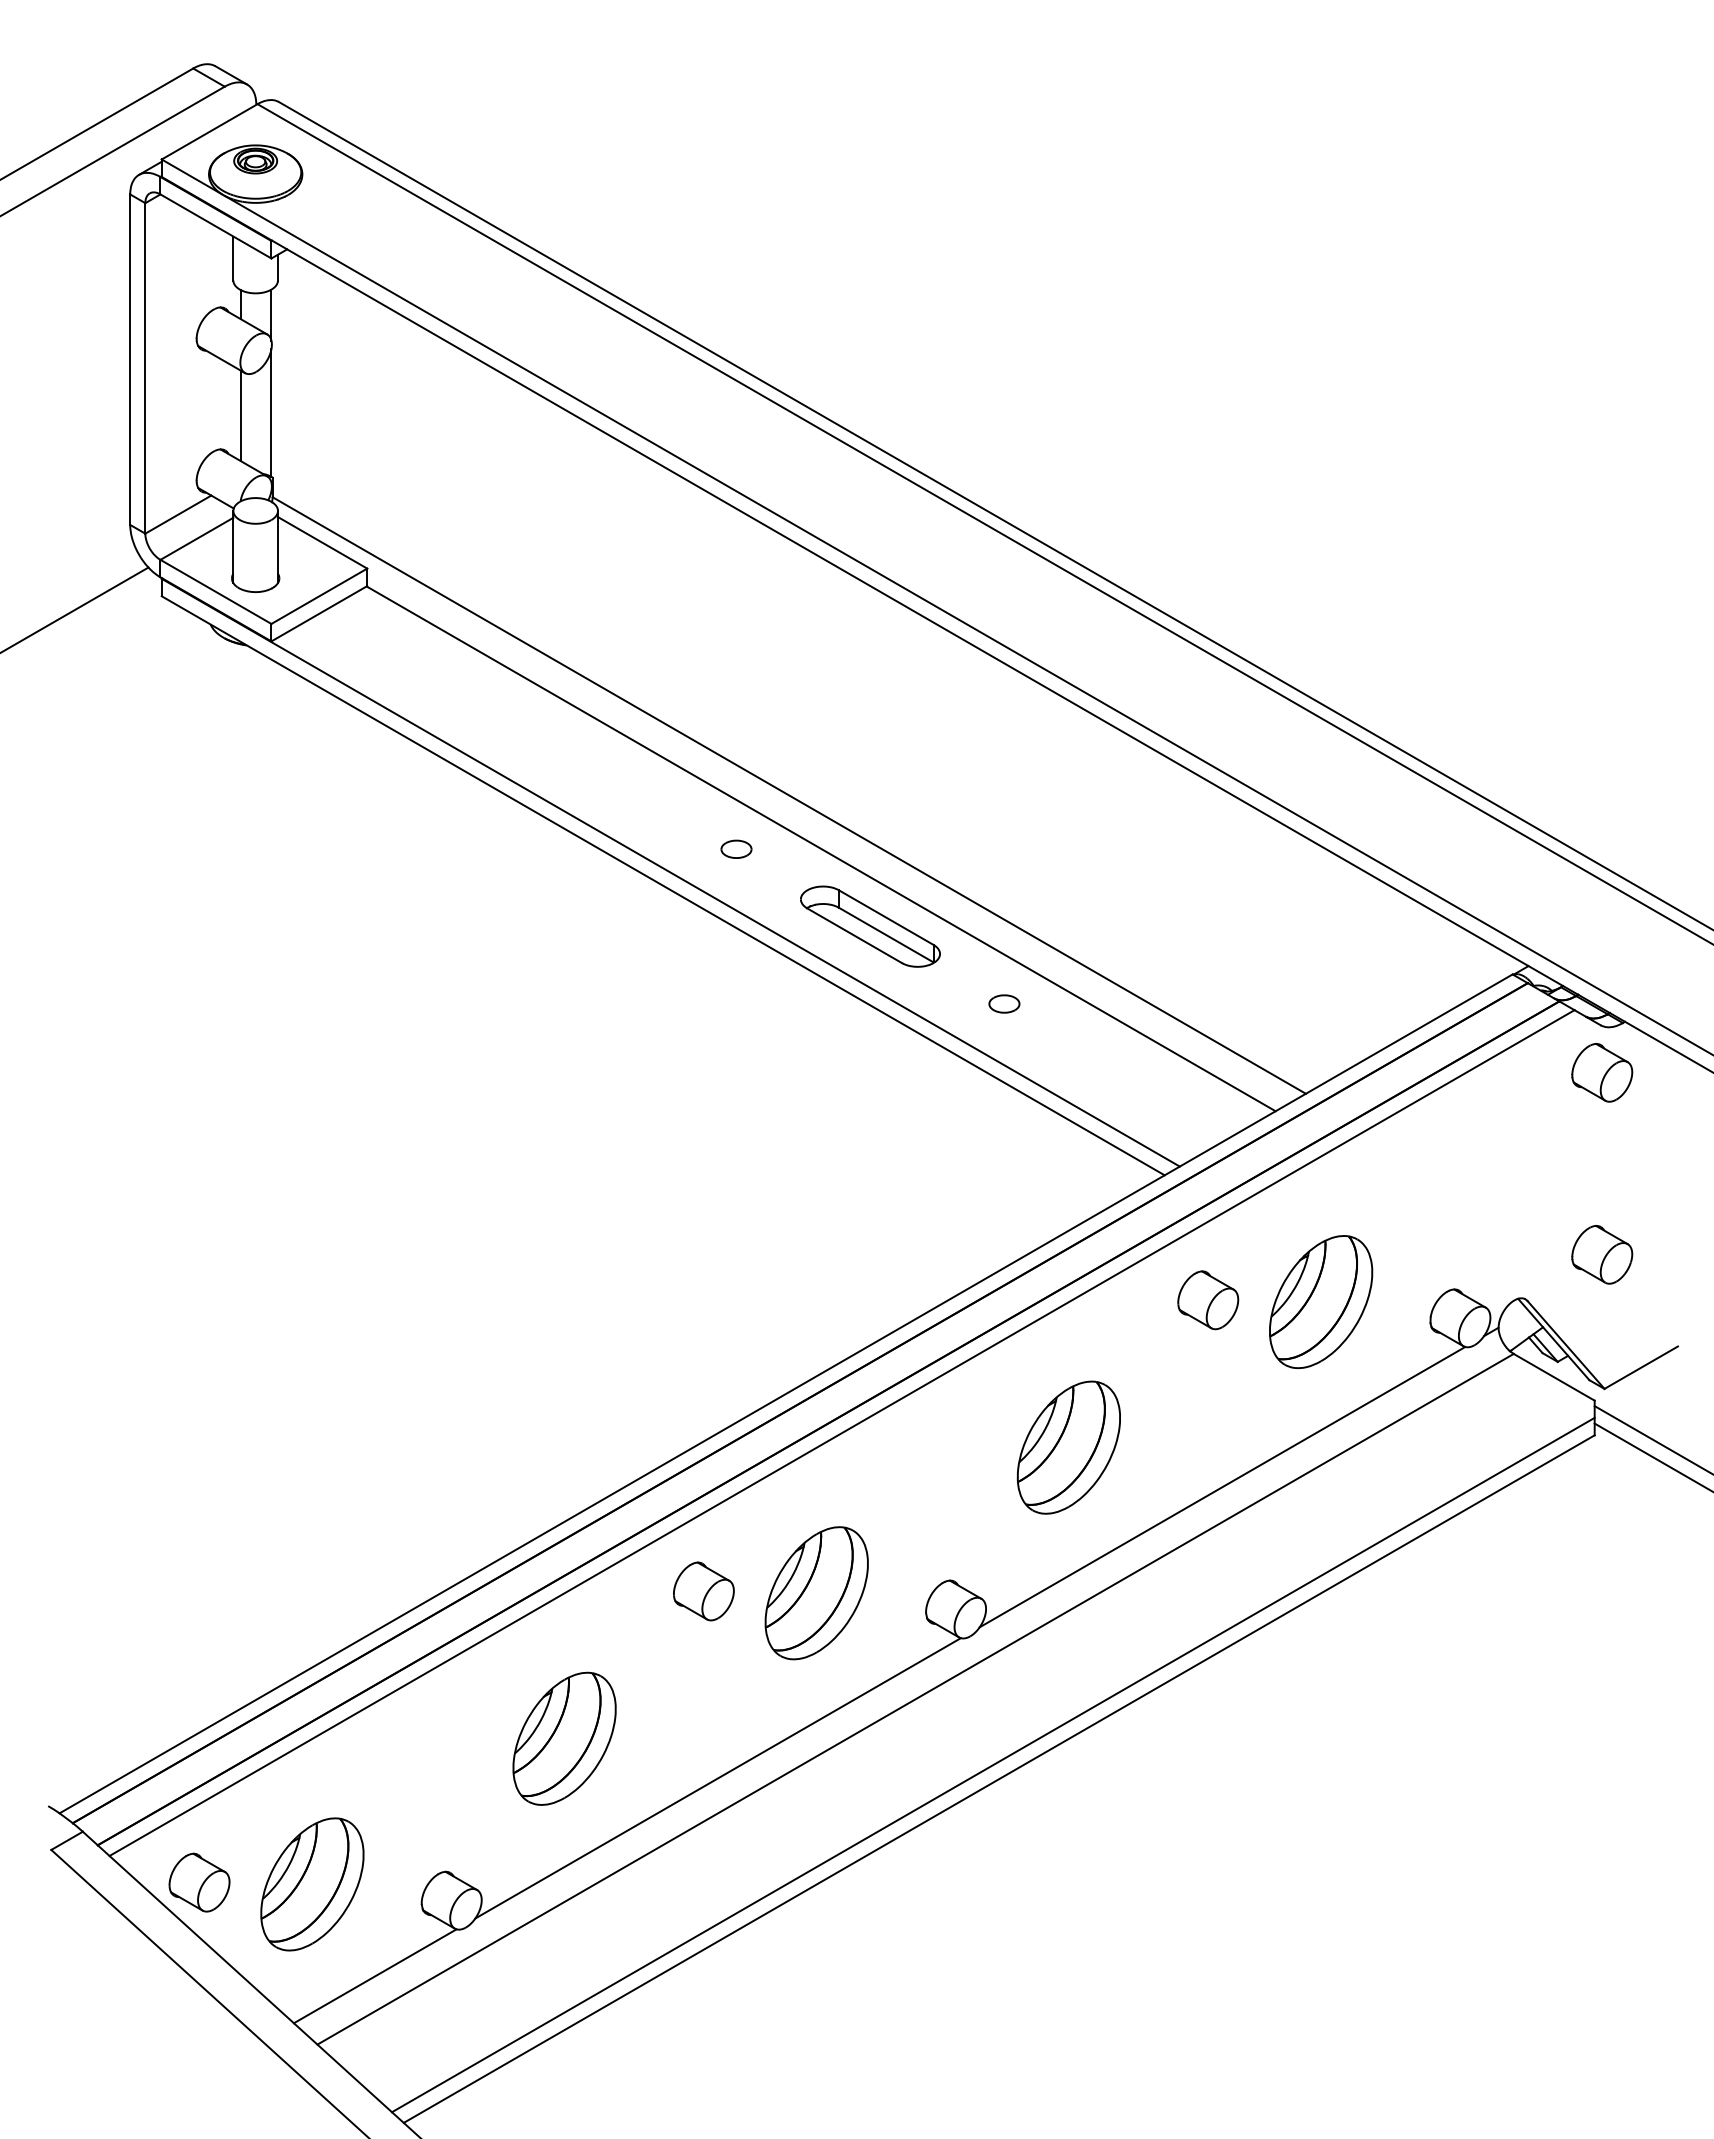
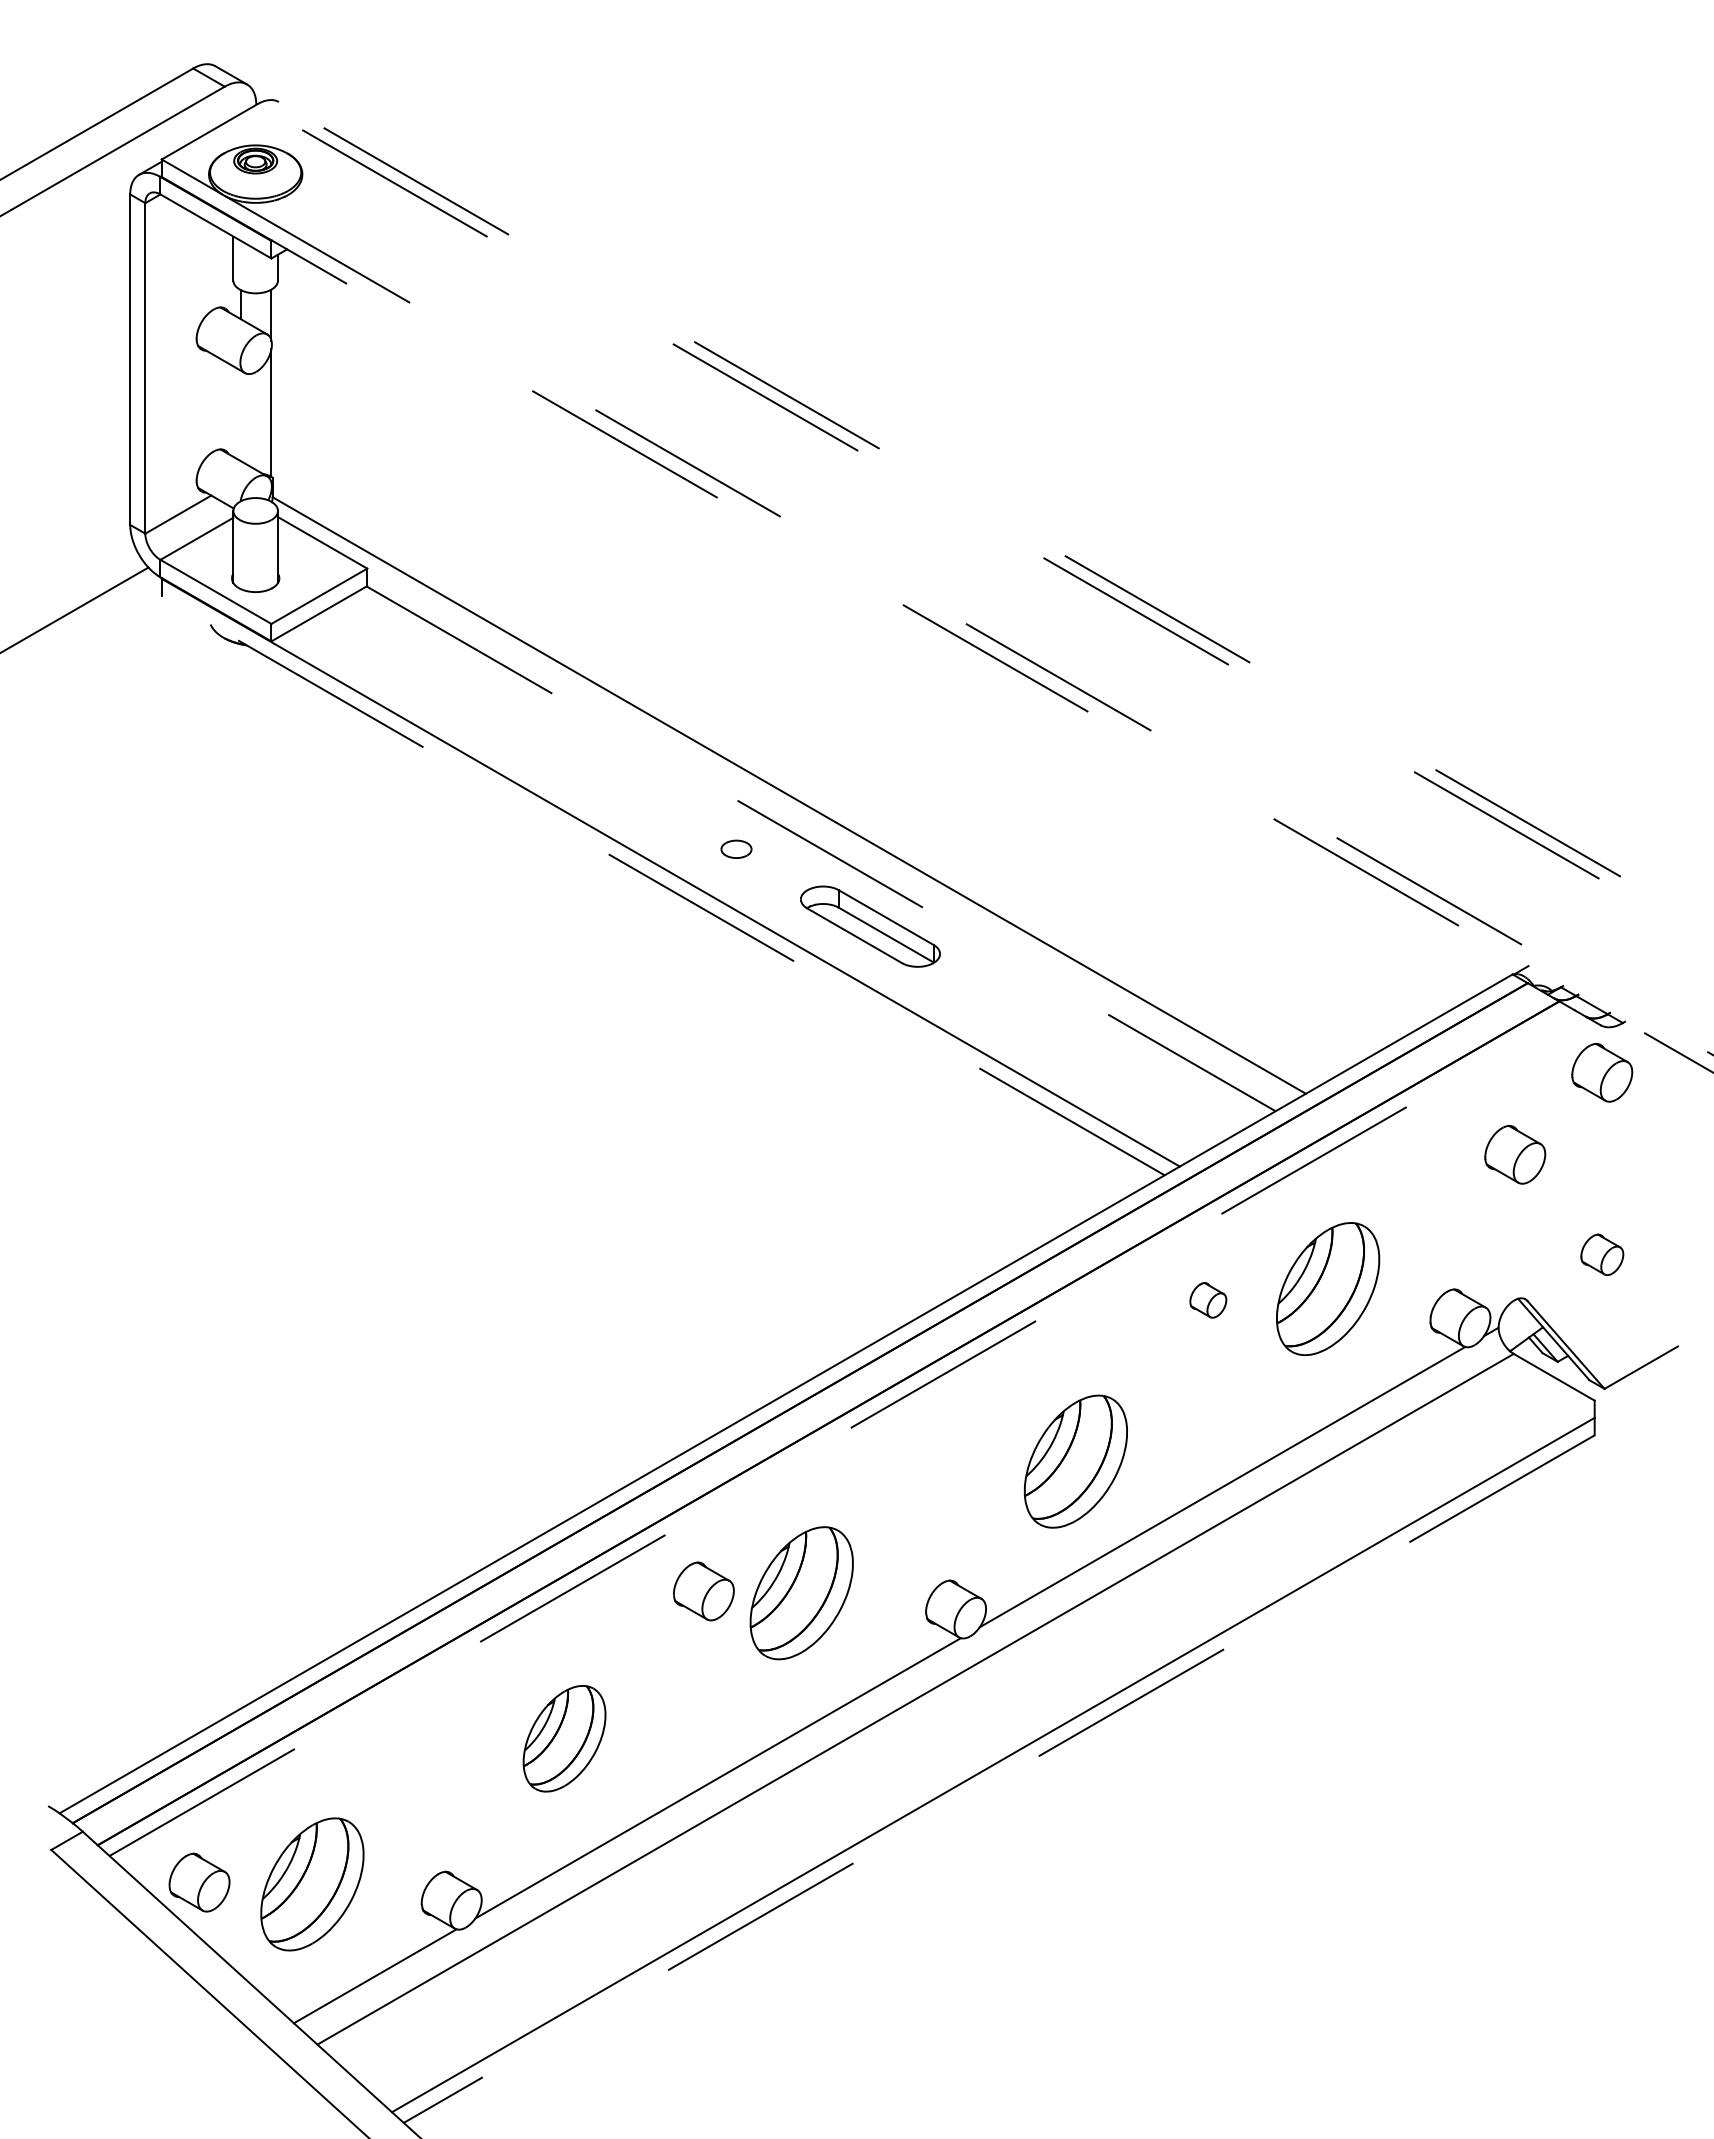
line at (241, 415): present -> none
line at (995, 515): solid -> dashed
line at (985, 524): solid -> dashed
line at (937, 624): solid -> dashed
line at (969, 625): solid -> dashed
line at (821, 848): solid -> dashed
line at (662, 885): solid -> dashed
part at (1004, 1003): present -> none
part at (1515, 1154): none -> present
part at (1602, 1254) size: 63x60 px -> 45x43 px
part at (1208, 1300) size: 63x61 px -> 39x37 px
part at (1321, 1302) position: (1321, 1302) -> (1328, 1289)
line at (842, 1433): solid -> dashed
line at (1652, 1439): present -> none
part at (1068, 1447) position: (1068, 1447) -> (1075, 1461)
line at (1652, 1456): present -> none
part at (816, 1593) position: (816, 1593) -> (801, 1593)
part at (564, 1738) size: 105x135 px -> 85x108 px
line at (999, 1779): solid -> dashed
